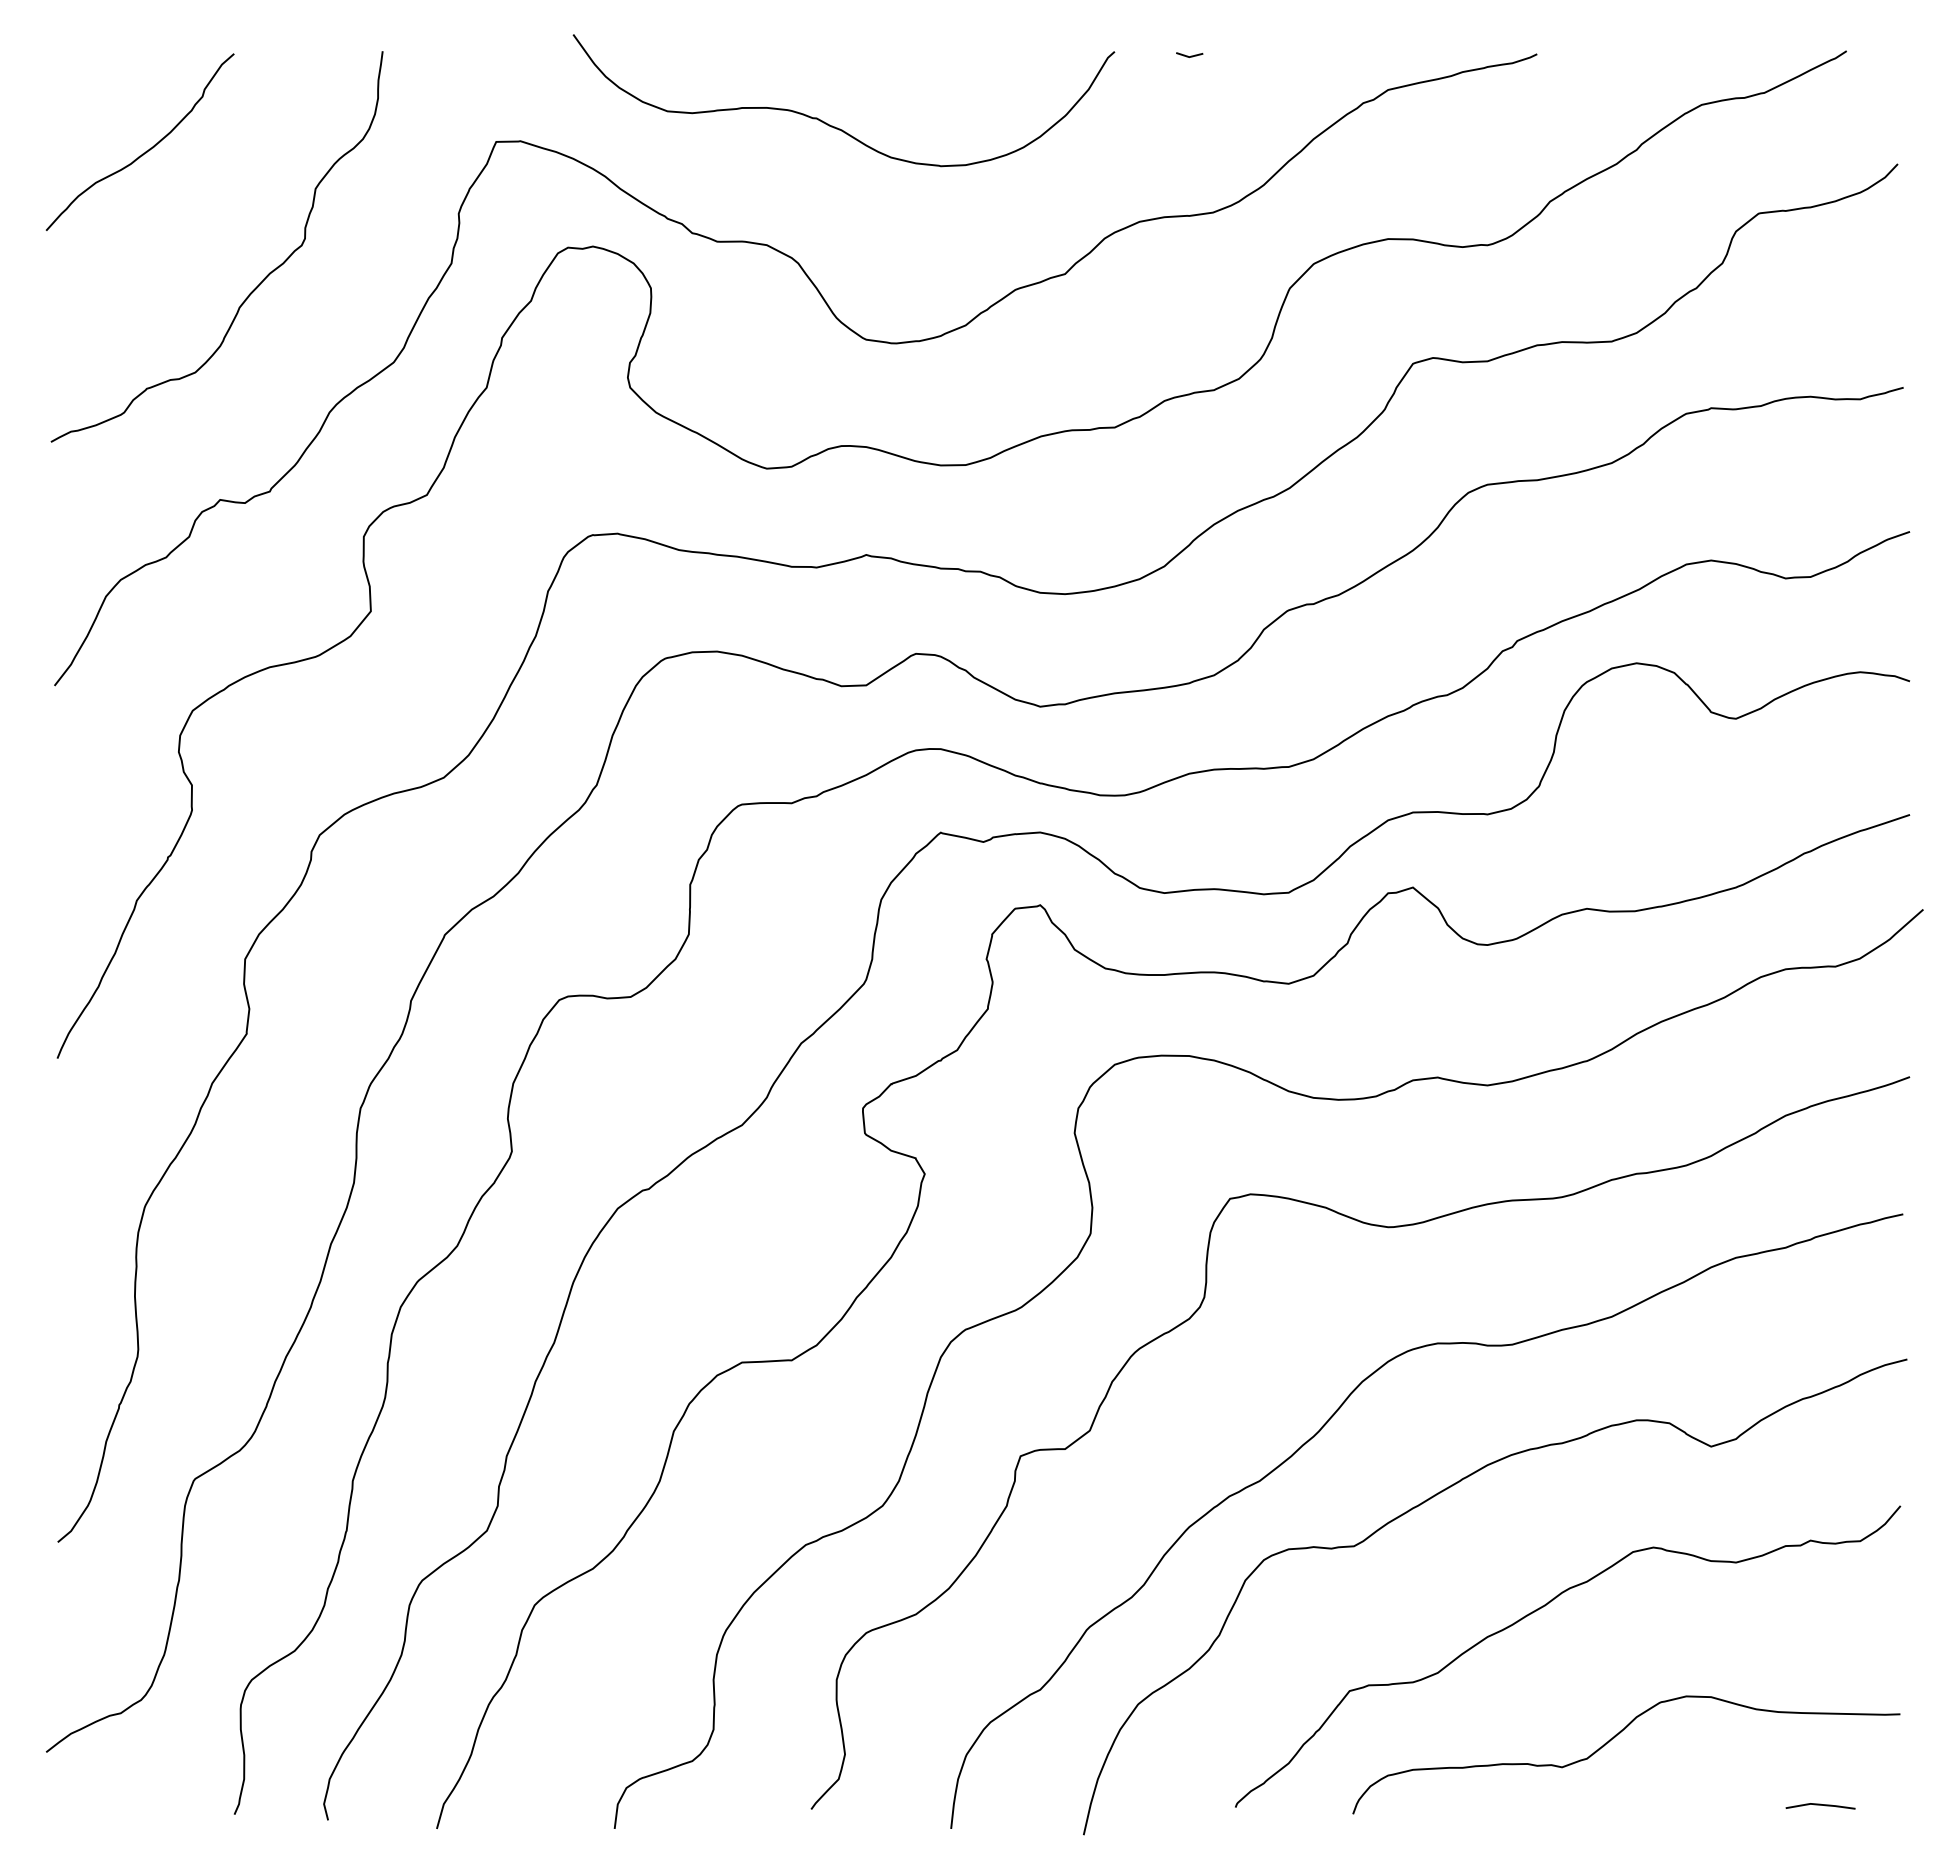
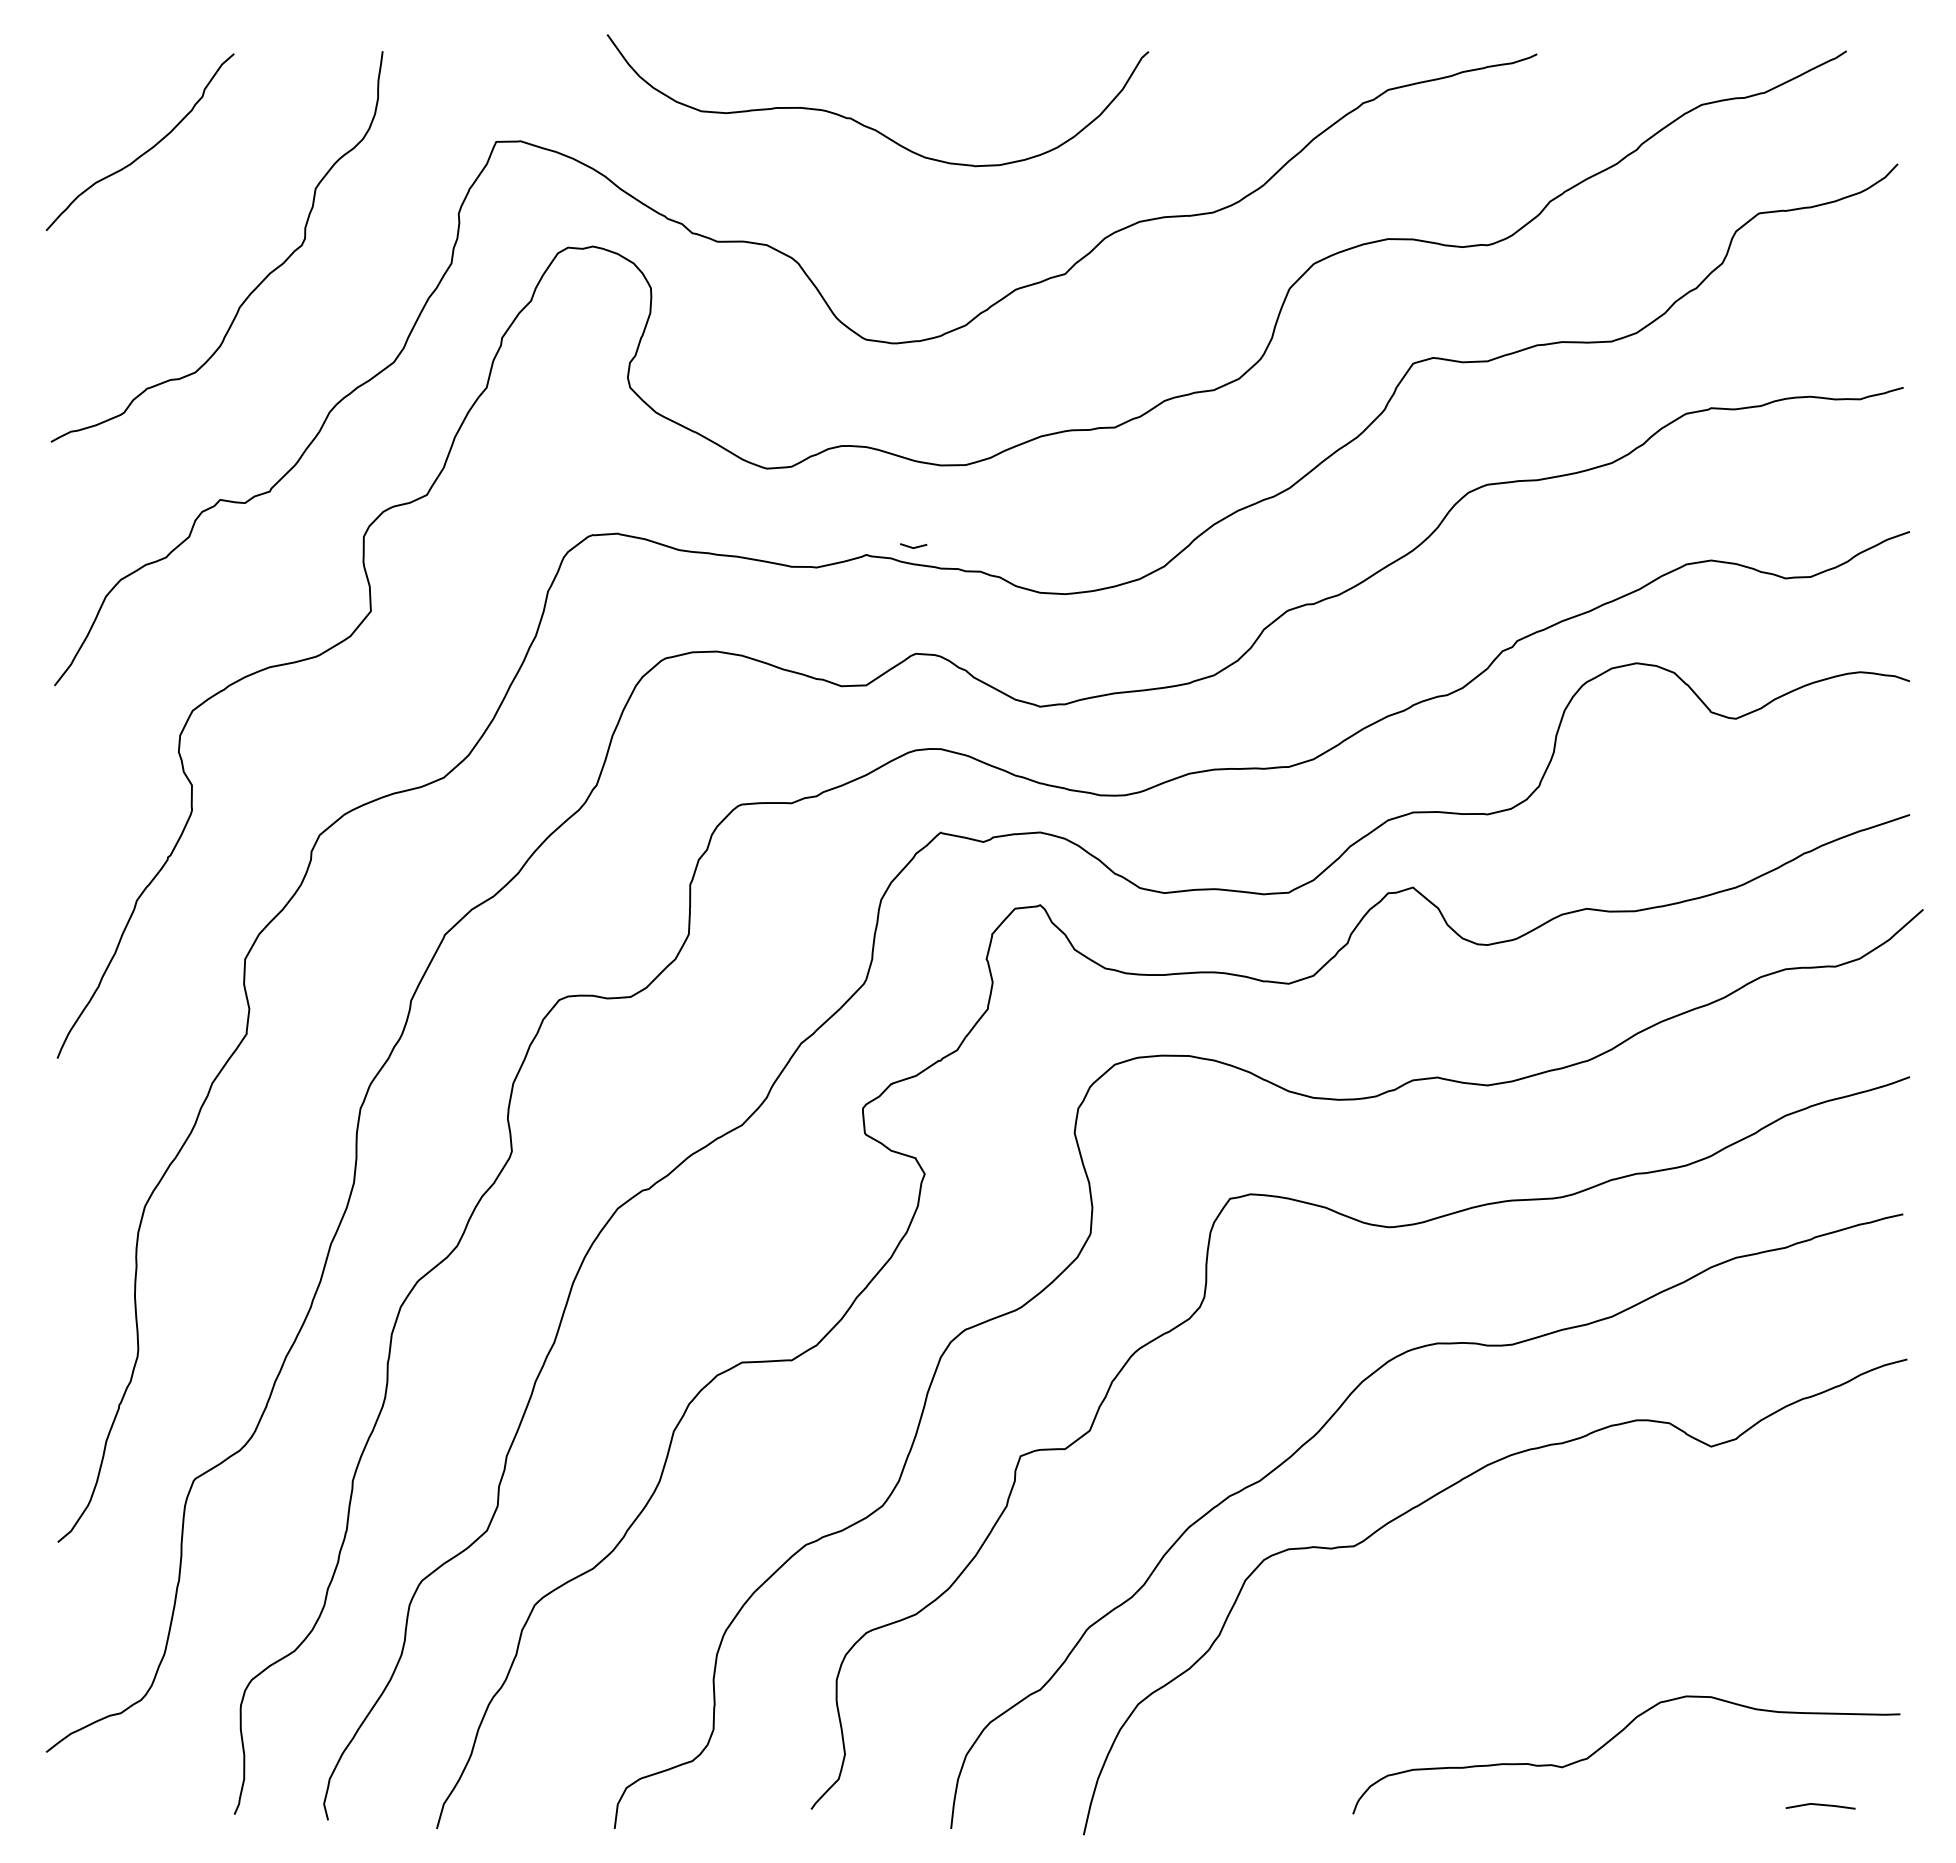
line at (1189, 56) position: (1189, 56) -> (913, 547)
curve at (835, 126) position: (835, 126) -> (869, 126)
curve at (1540, 1609): present -> none
